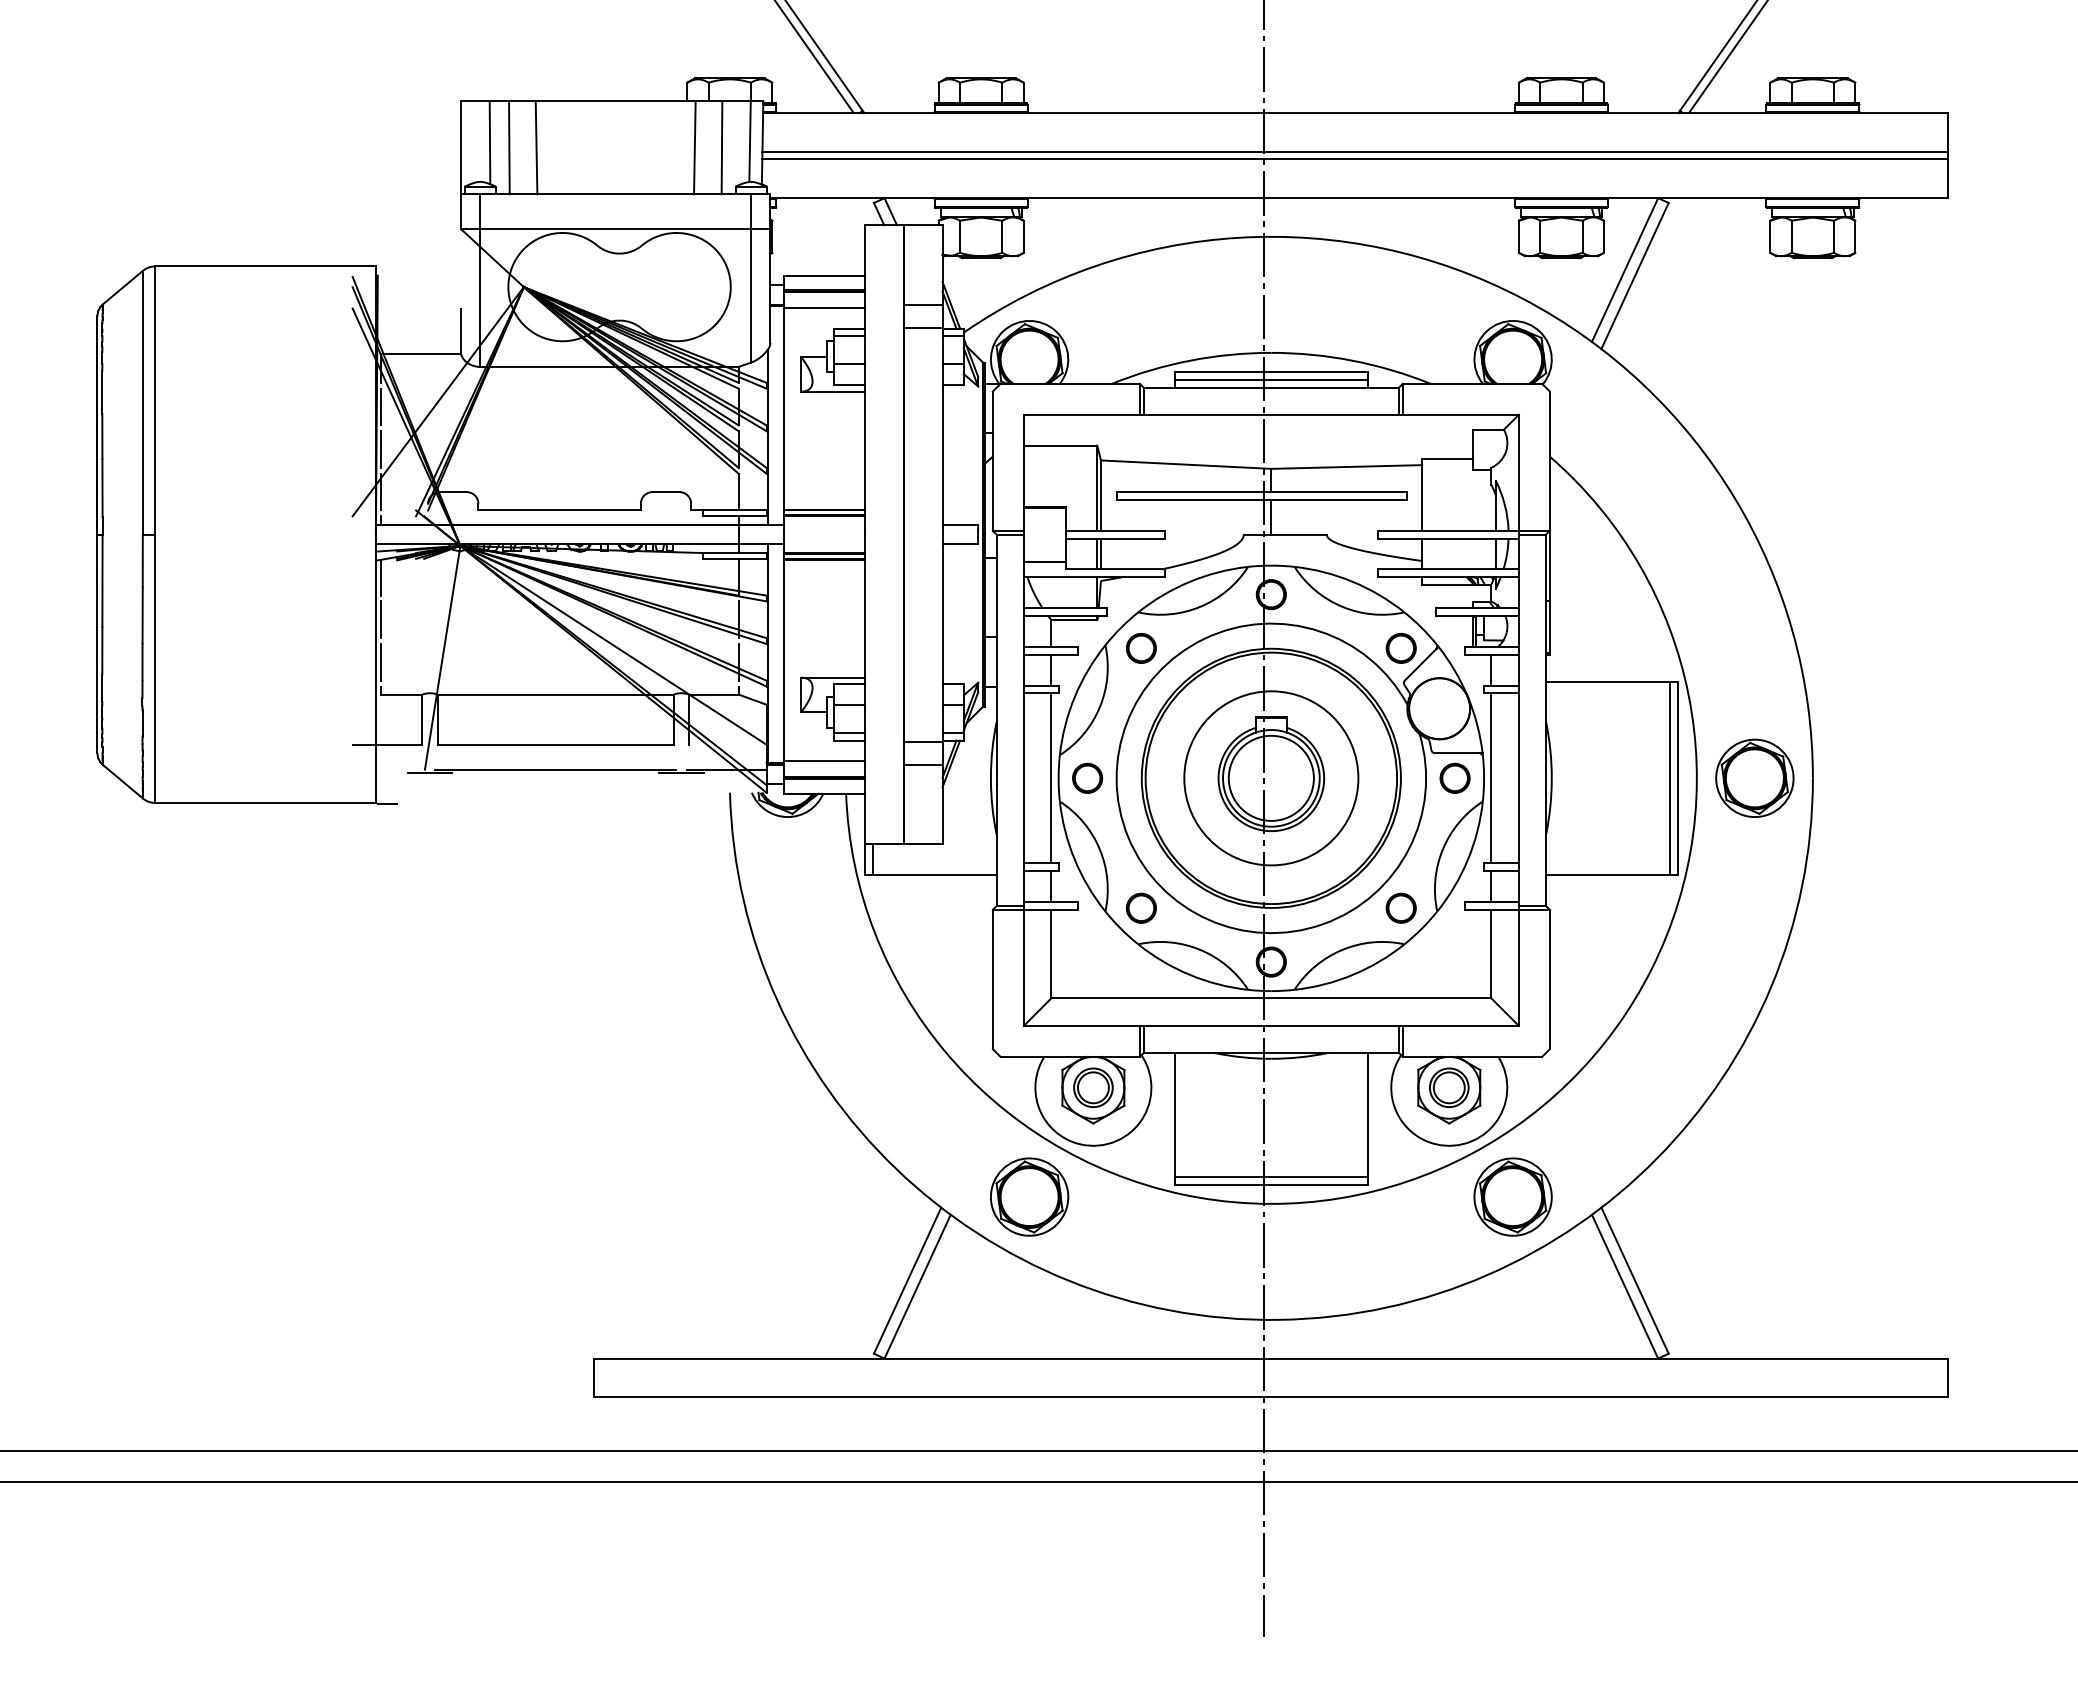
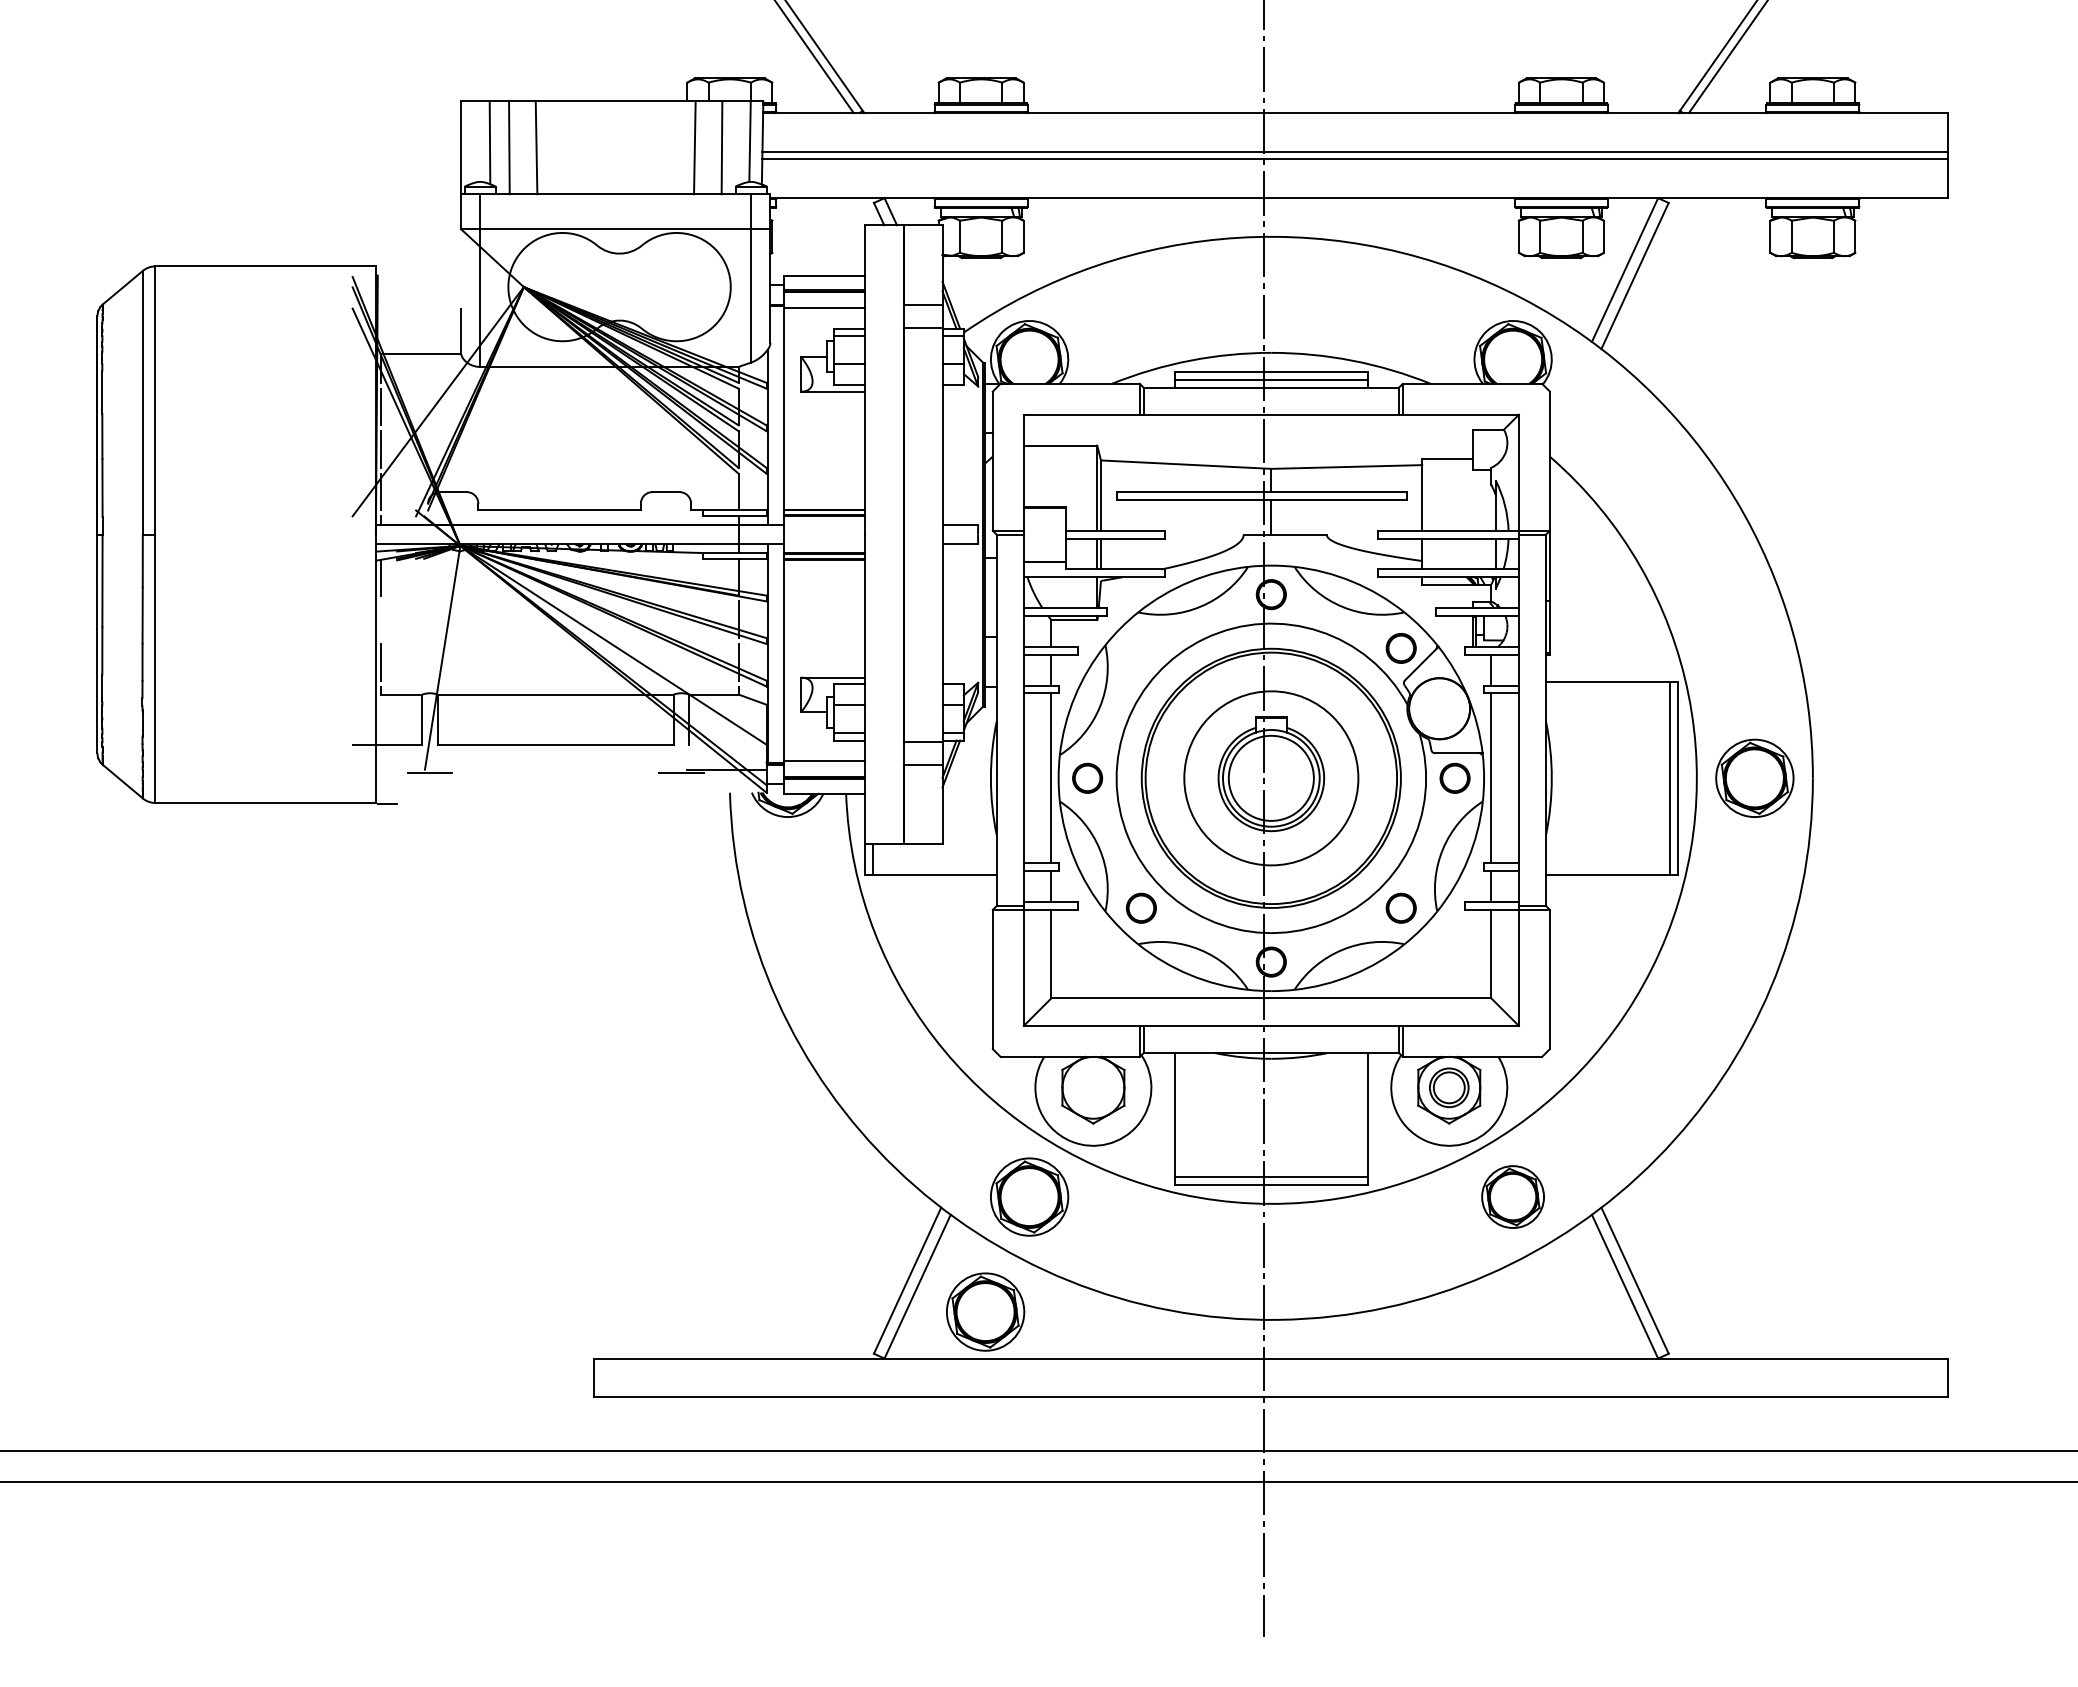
line at (380, 619): present -> none
circle at (1141, 648): present -> none
line at (555, 769): present -> none
part at (1093, 1087): present -> none
part at (1512, 1196) size: 80x80 px -> 64x64 px
part at (985, 1311): none -> present
